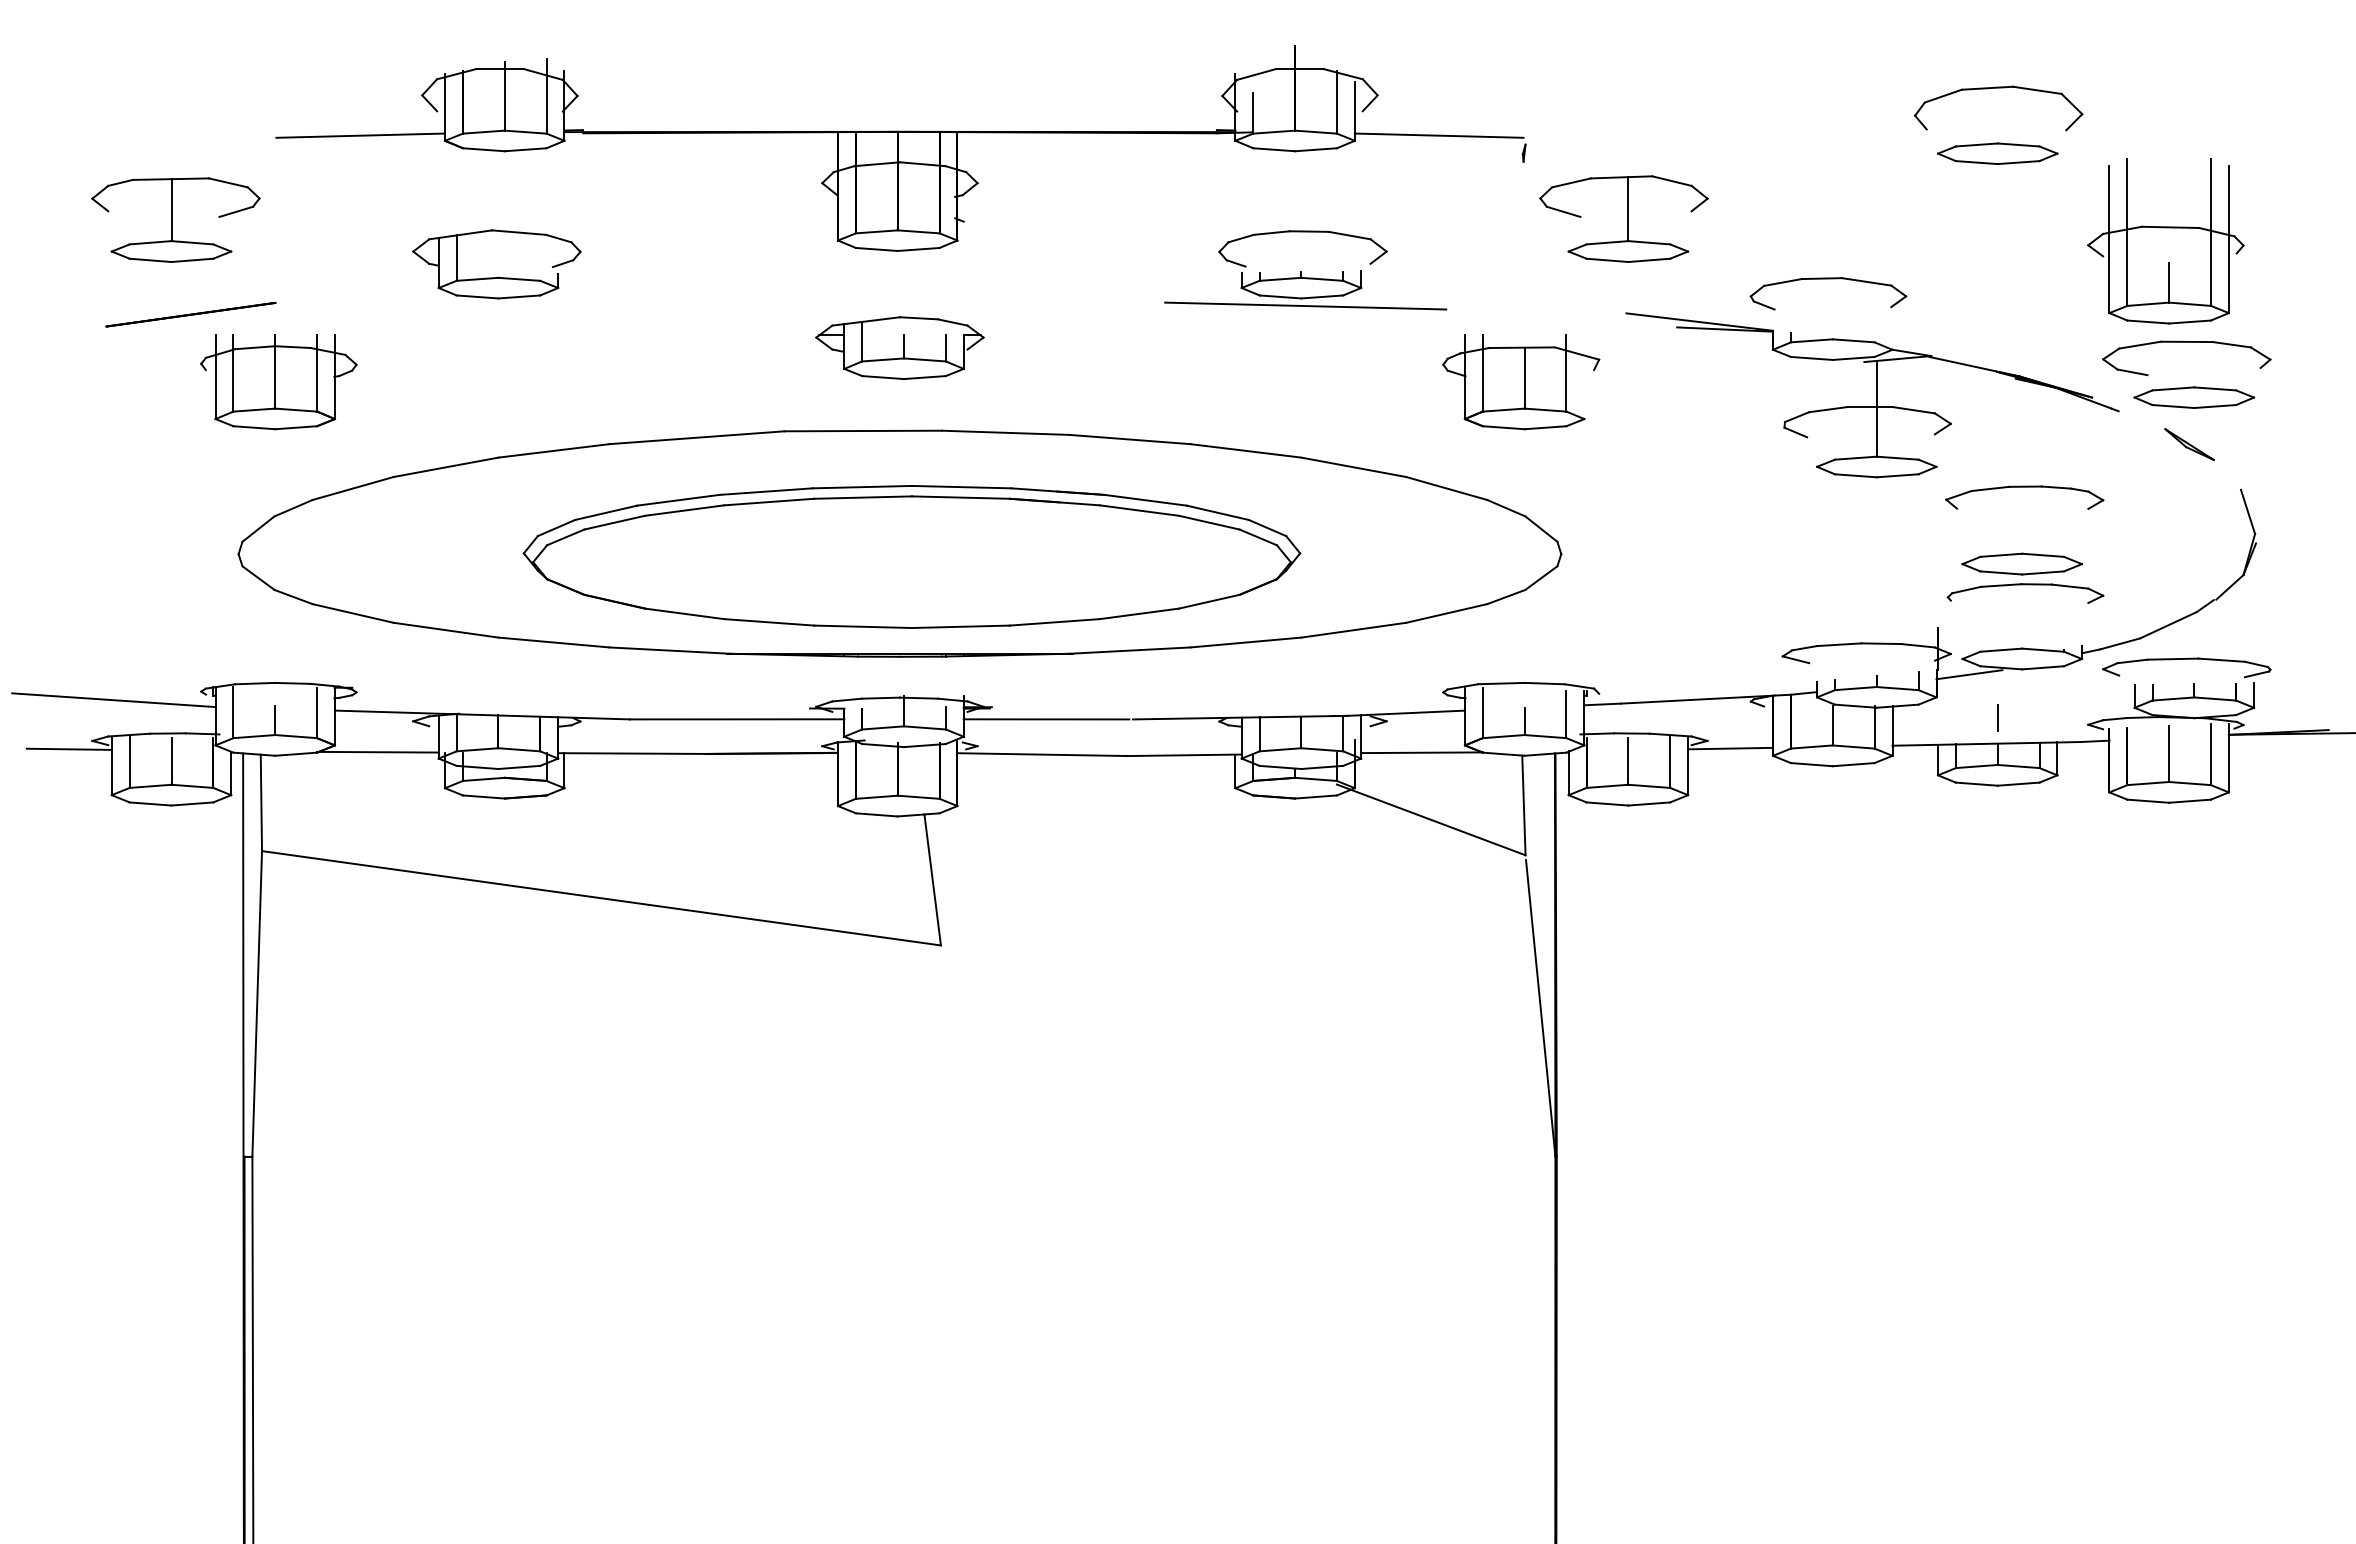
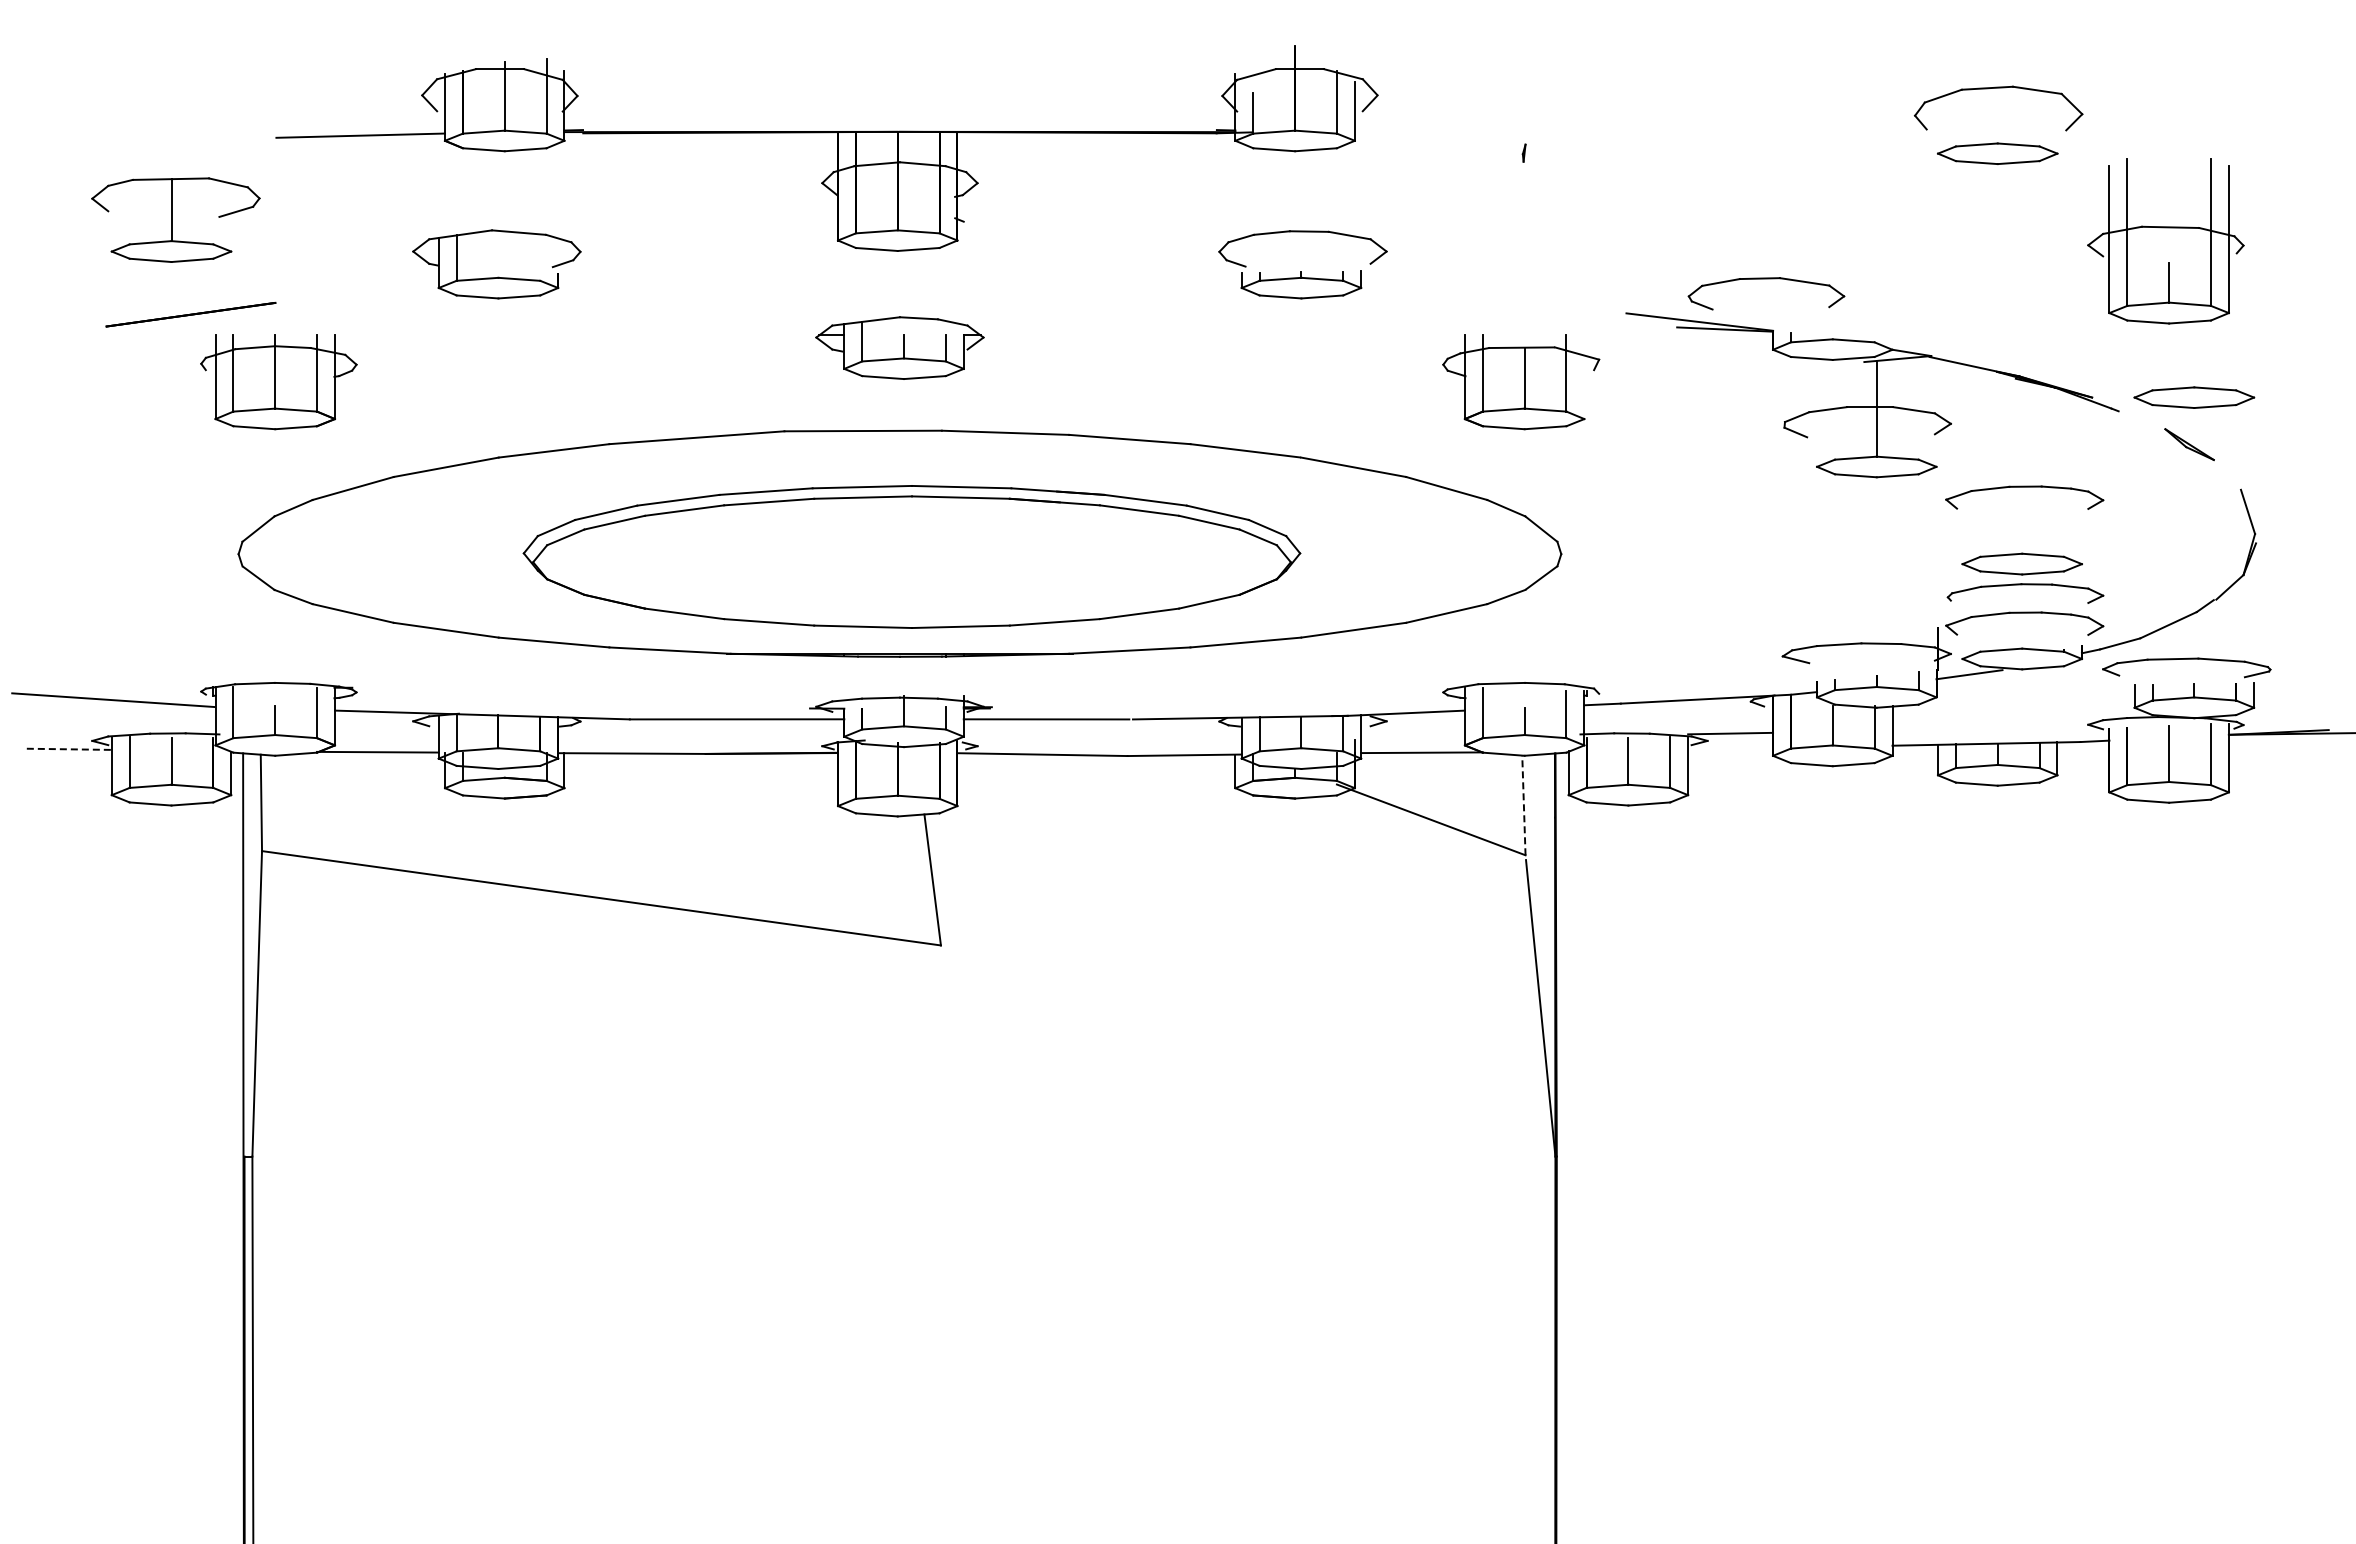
line at (1438, 135): present -> none
part at (1623, 218): present -> none
part at (1828, 279) position: (1828, 279) -> (1766, 279)
line at (1305, 305): present -> none
part at (2186, 342): present -> none
part at (2024, 613): none -> present
line at (1997, 718): present -> none
line at (1730, 748) position: (1730, 748) -> (1730, 733)
line at (69, 749): solid -> dashed
line at (1523, 805): solid -> dashed
